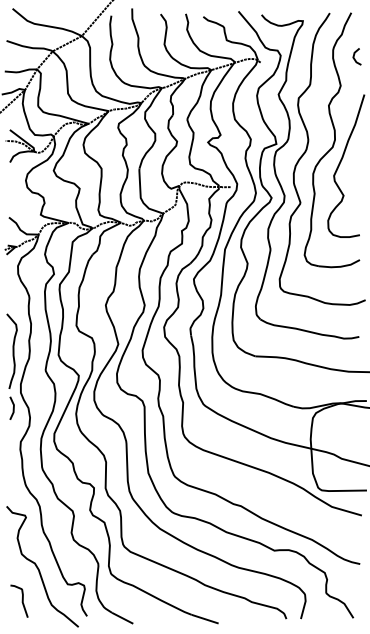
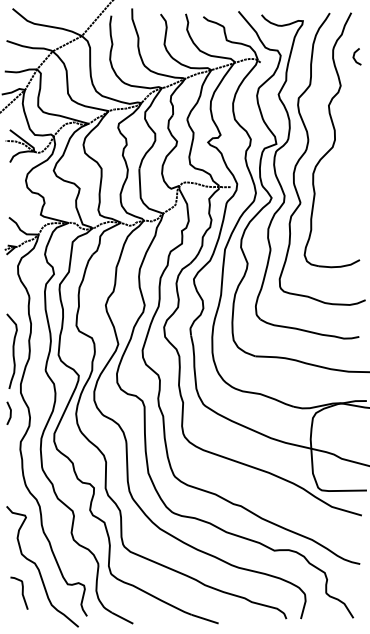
curve at (341, 162): present -> none
line at (12, 408) position: (12, 408) -> (9, 413)
curve at (21, 600) position: (21, 600) -> (21, 592)
